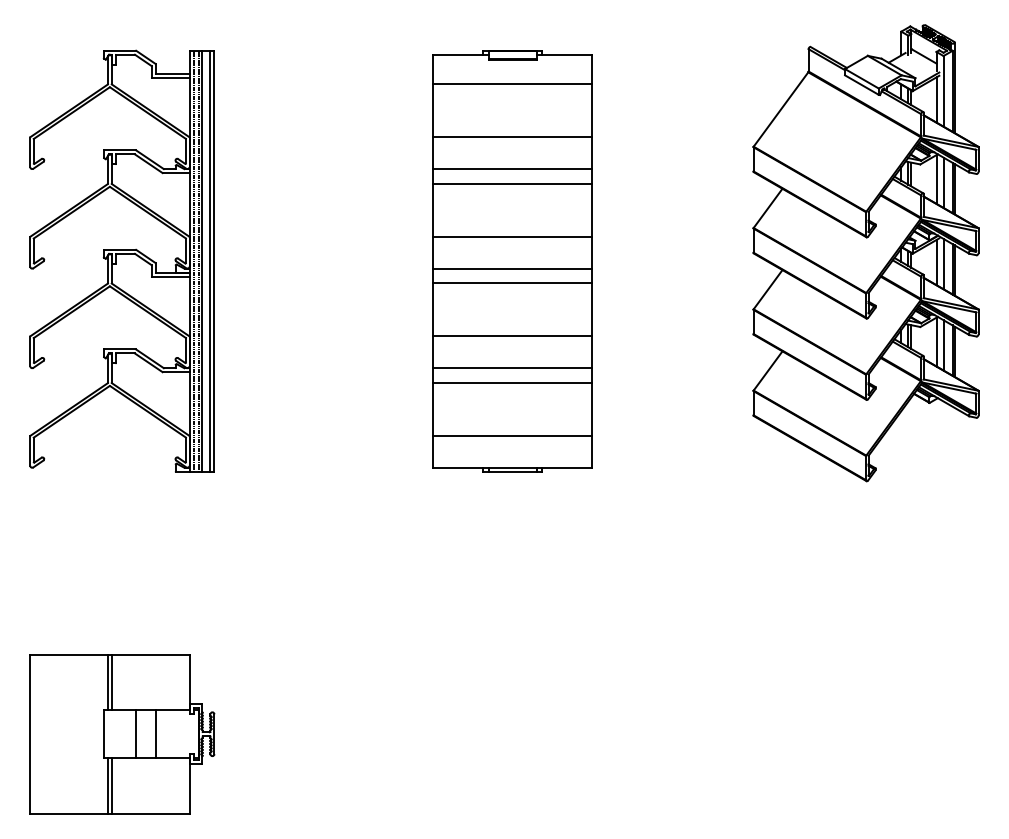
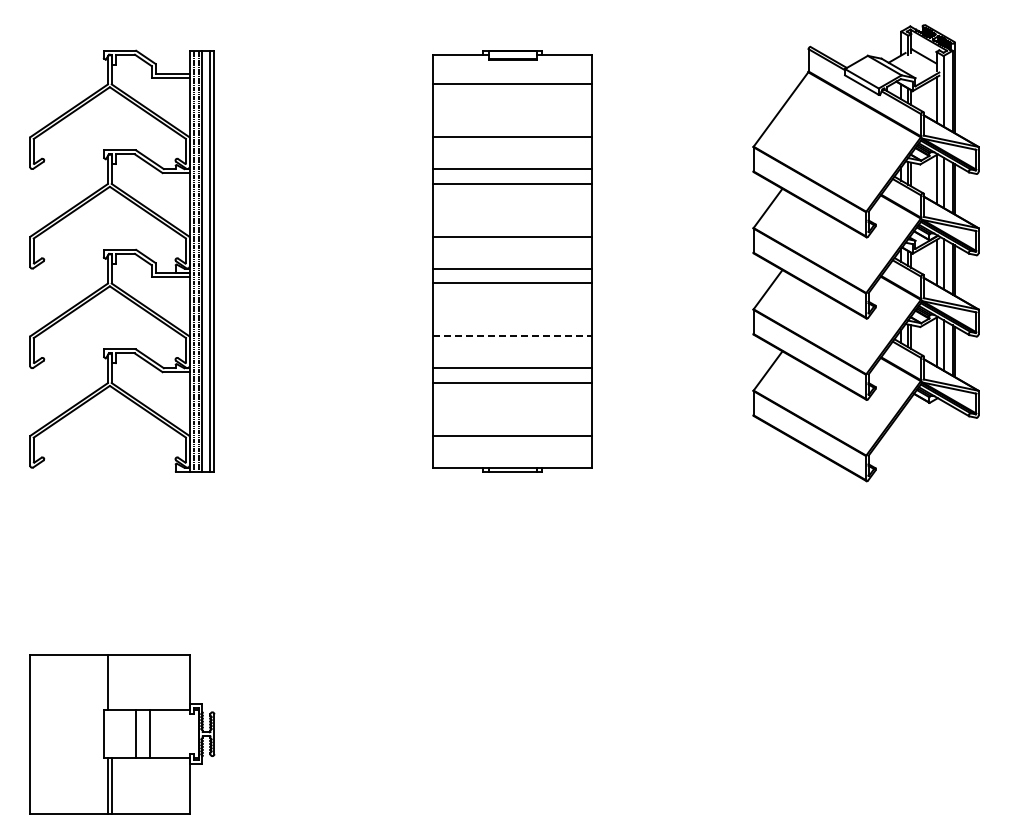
line at (512, 336): solid -> dashed
line at (111, 682): present -> none
line at (155, 734) position: (155, 734) -> (149, 734)
